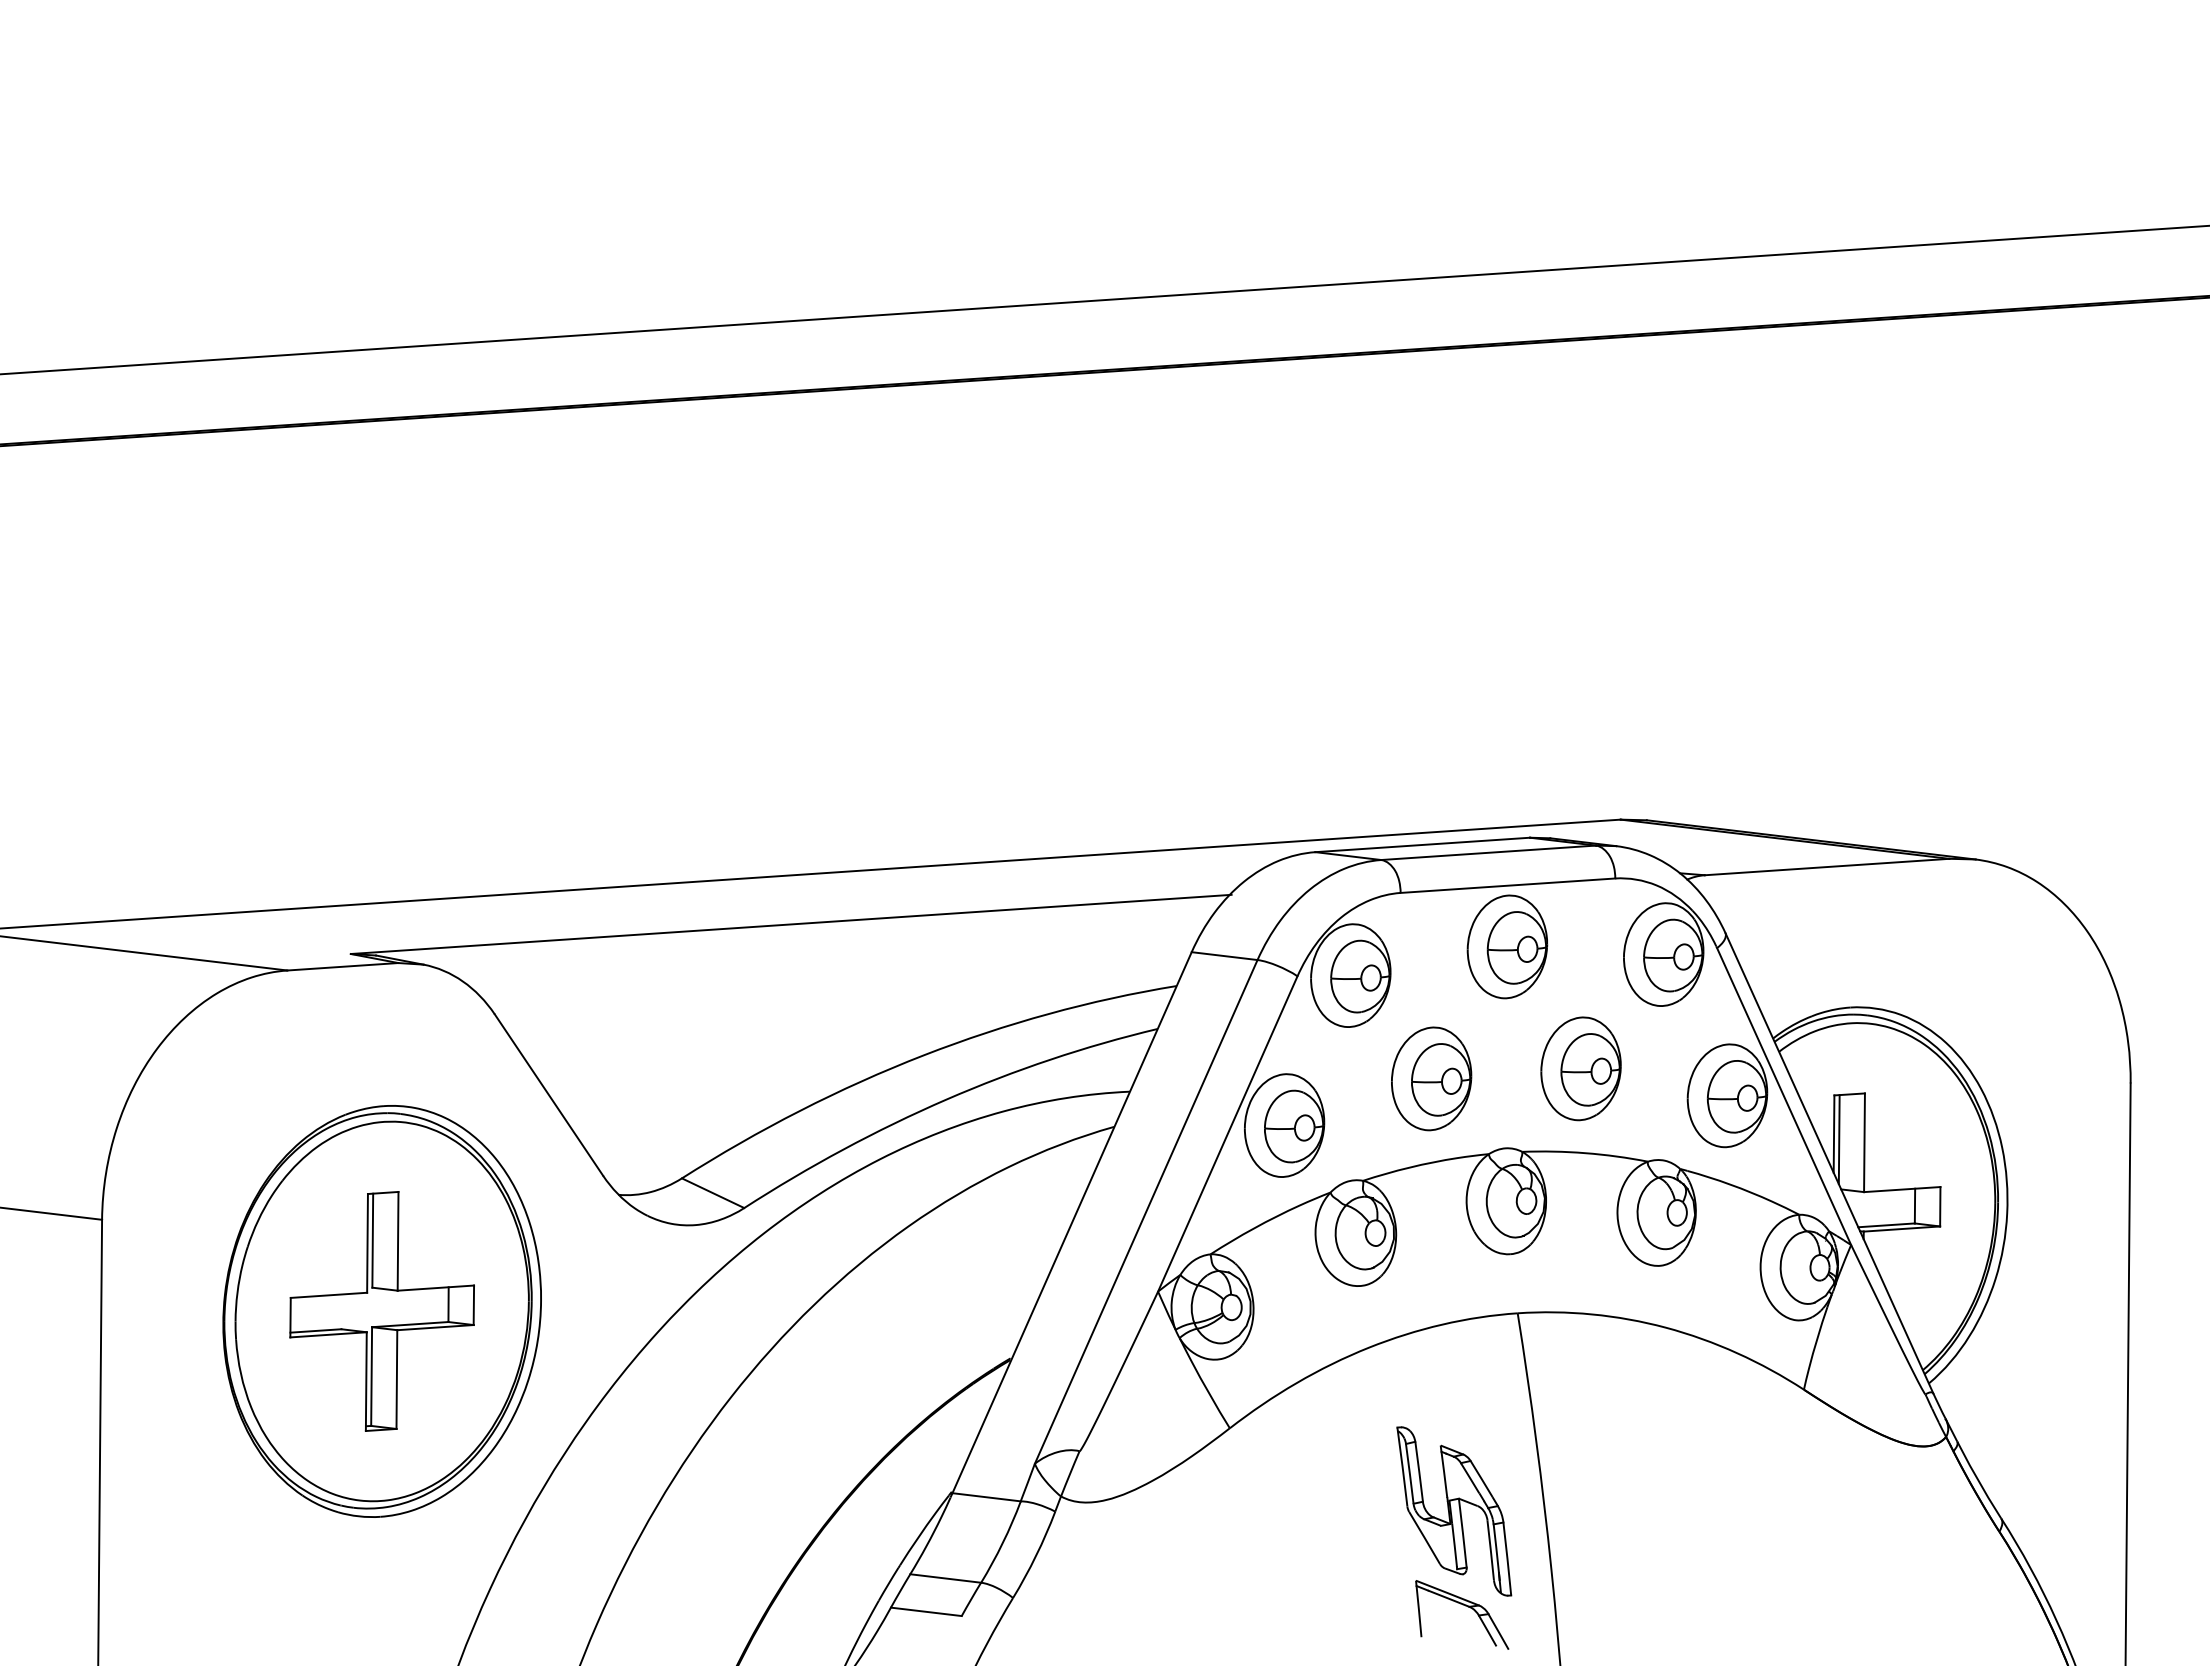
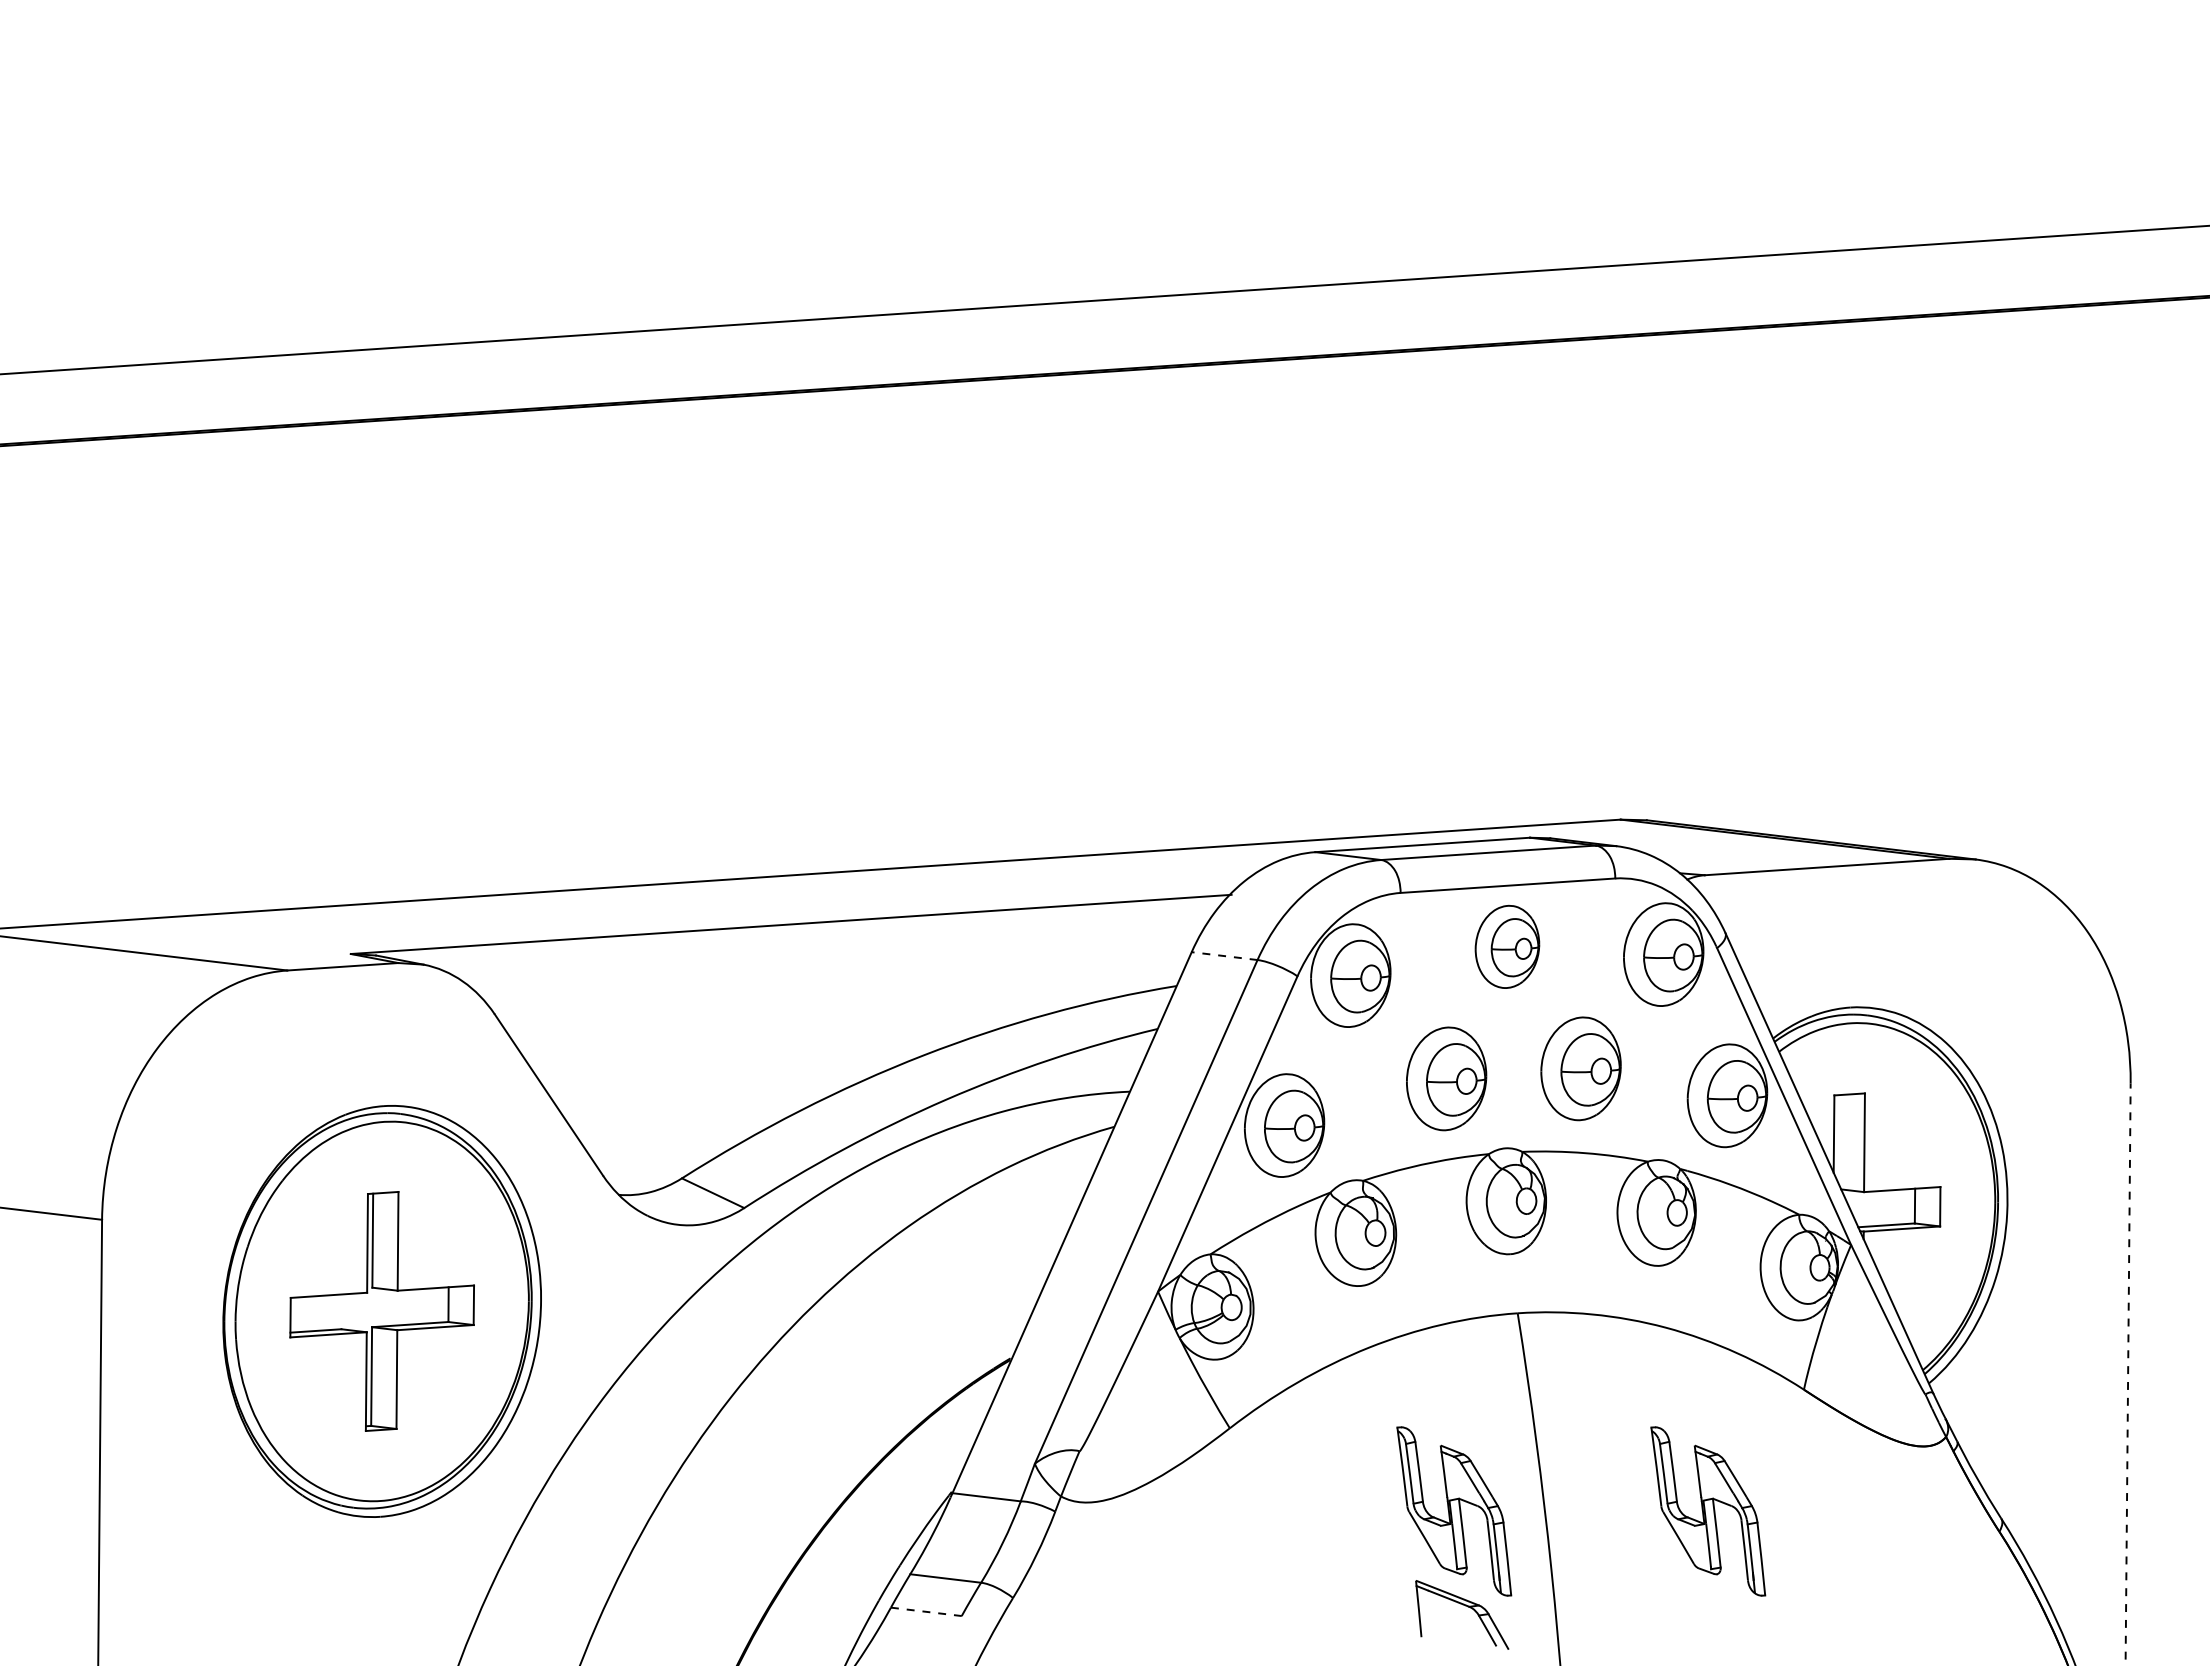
part at (1507, 946) size: 83x106 px -> 67x85 px
line at (1224, 956): solid -> dashed
part at (1431, 1078) position: (1431, 1078) -> (1446, 1078)
line at (1838, 1139): present -> none
line at (2128, 1373): solid -> dashed
part at (1708, 1511): none -> present
line at (926, 1611): solid -> dashed
